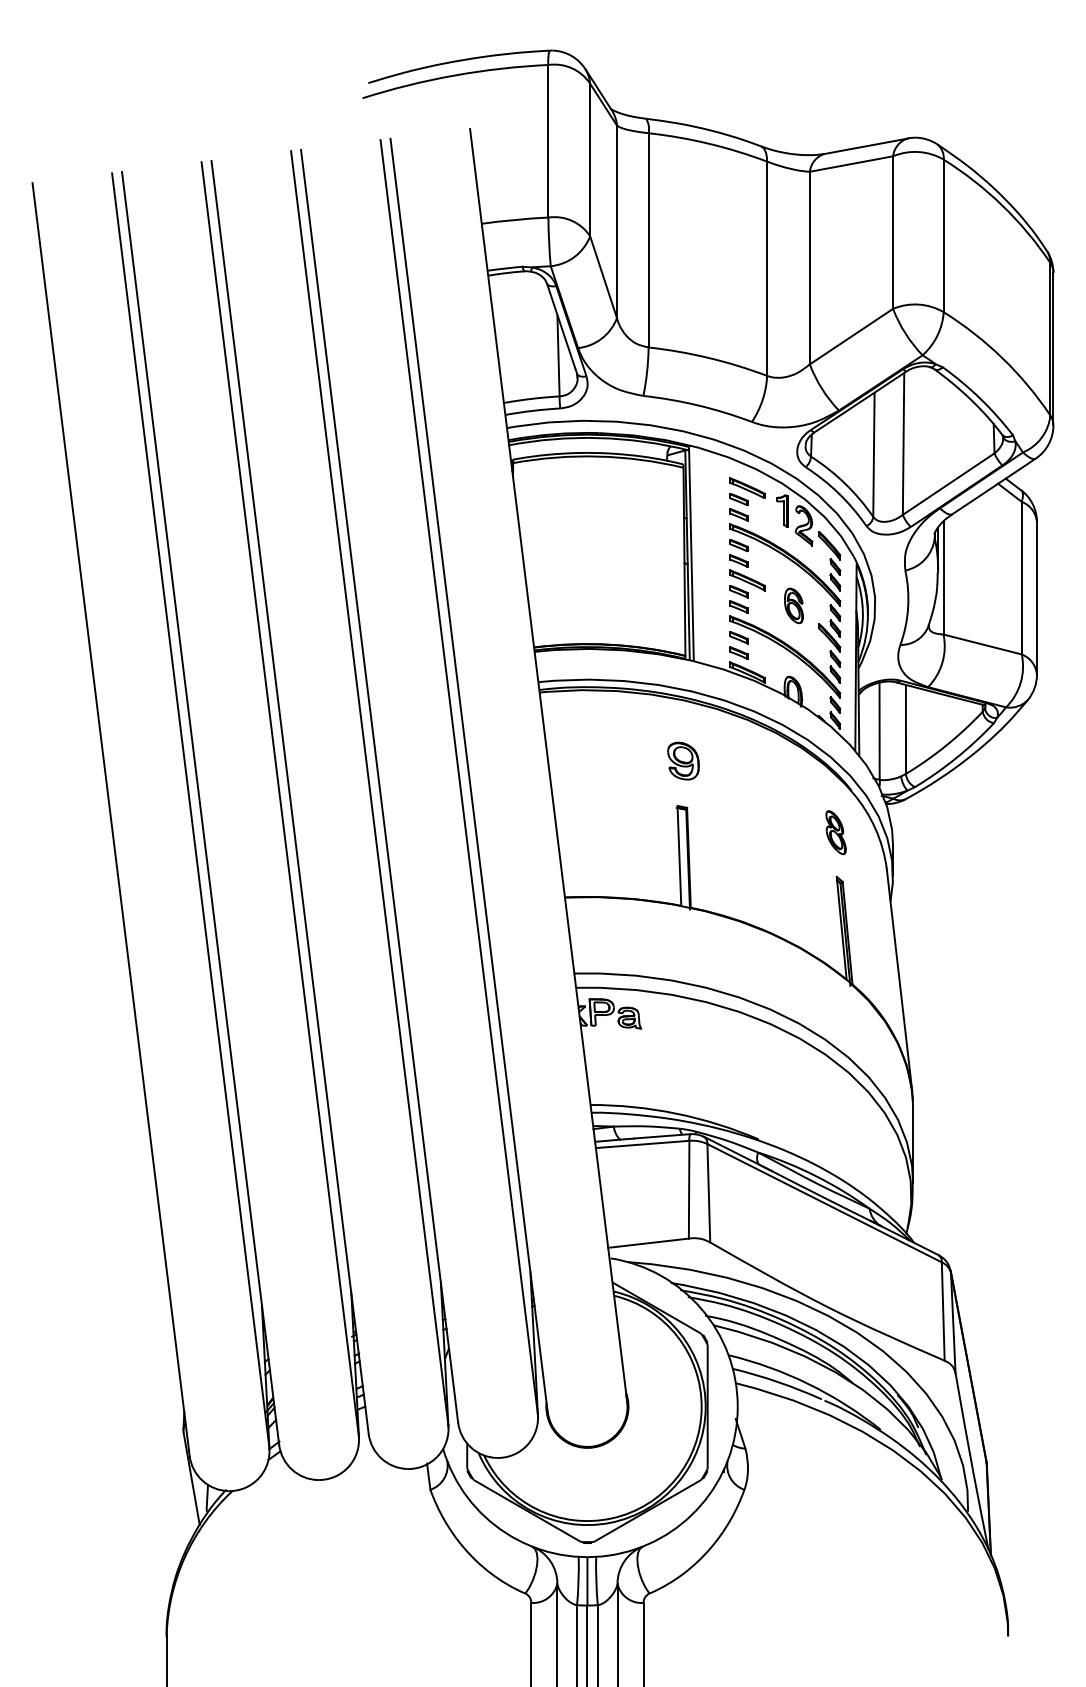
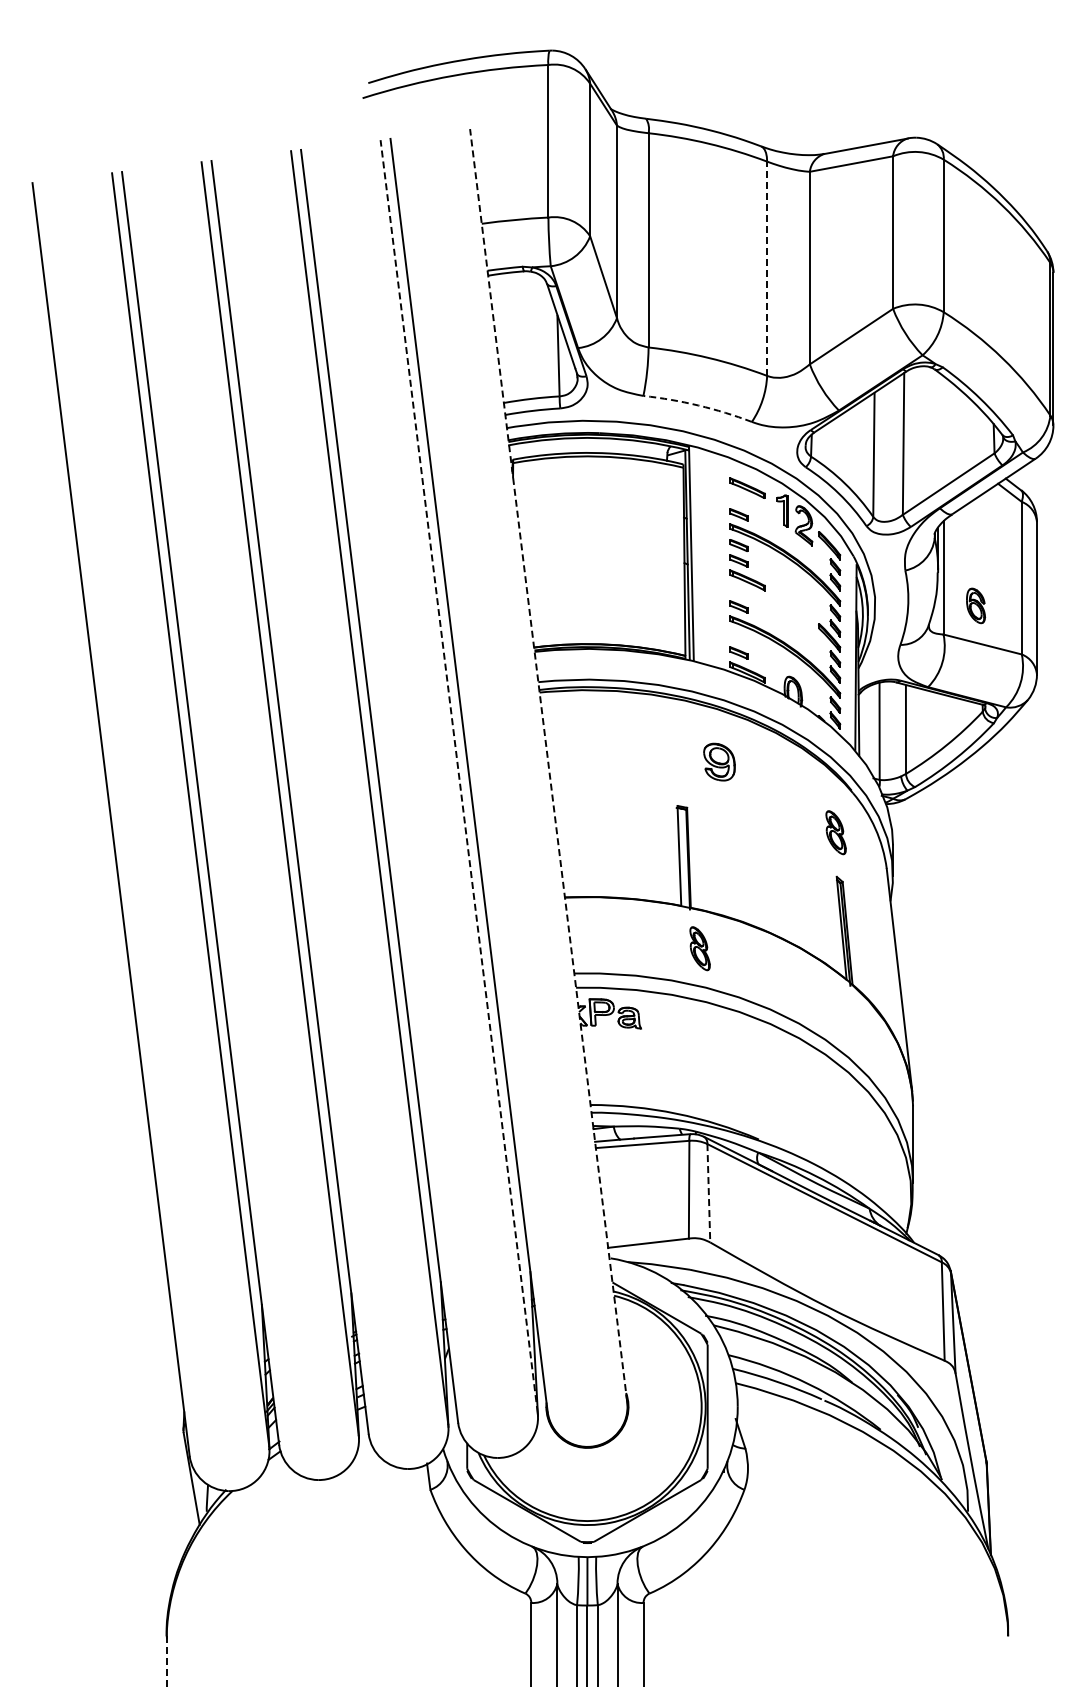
line at (767, 268): solid -> dashed
arc at (698, 405): solid -> dashed
part at (738, 499): present -> none
part at (738, 591): present -> none
part at (794, 605) position: (794, 605) -> (976, 605)
part at (738, 637): present -> none
part at (683, 760) position: (683, 760) -> (719, 761)
line at (548, 765): solid -> dashed
line at (459, 776): solid -> dashed
part at (699, 948): none -> present
line at (708, 1193): solid -> dashed
line at (166, 1661): solid -> dashed
